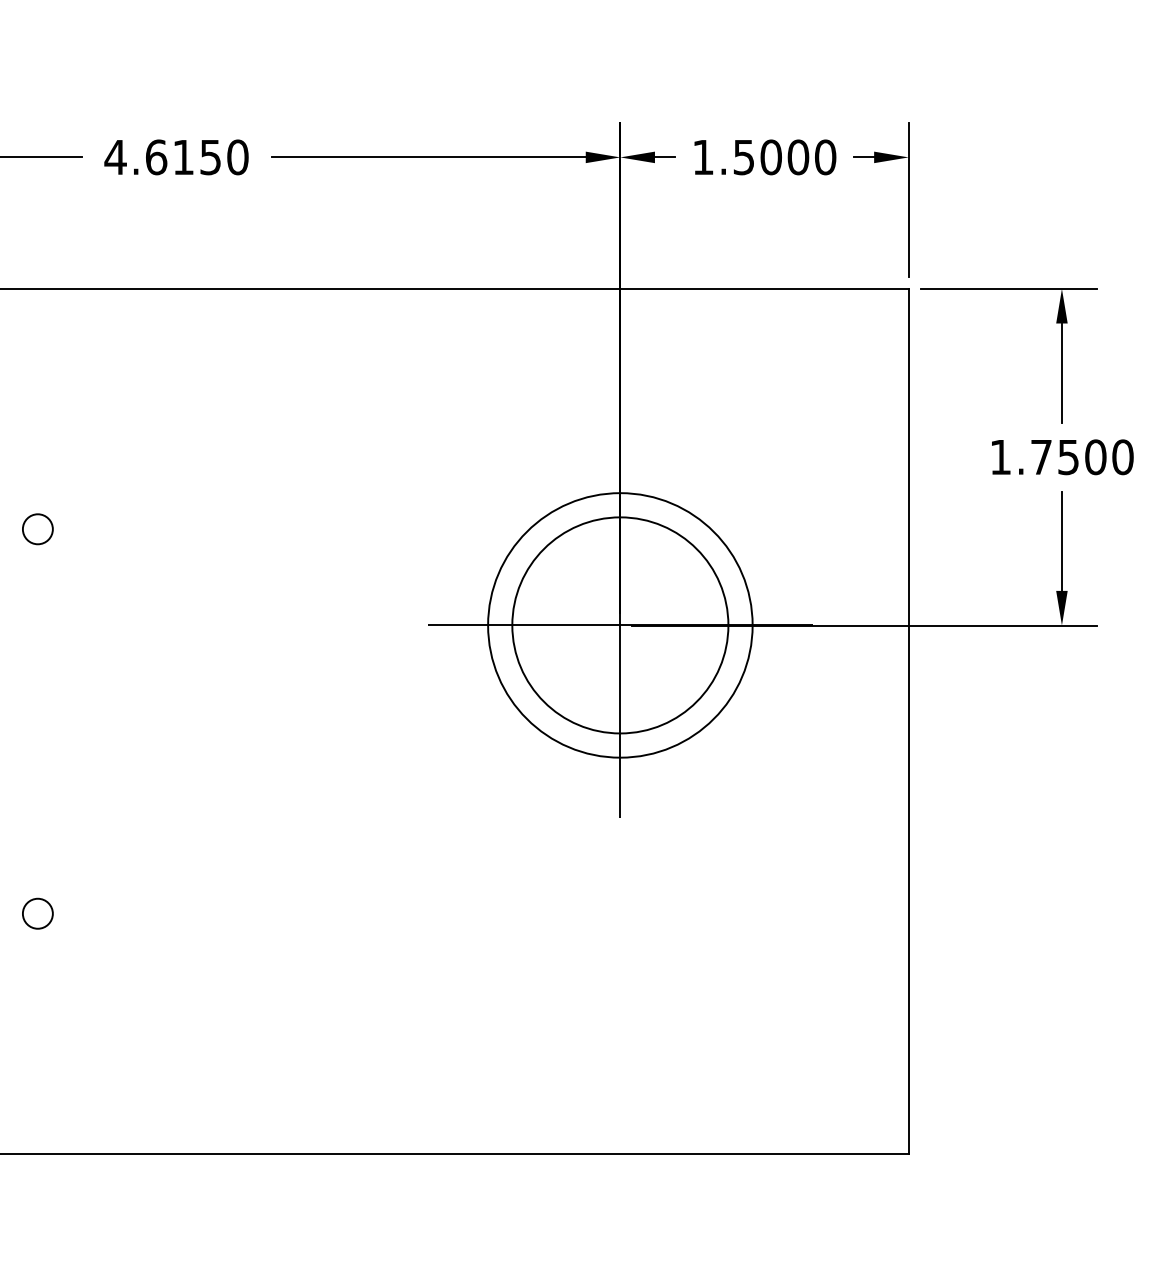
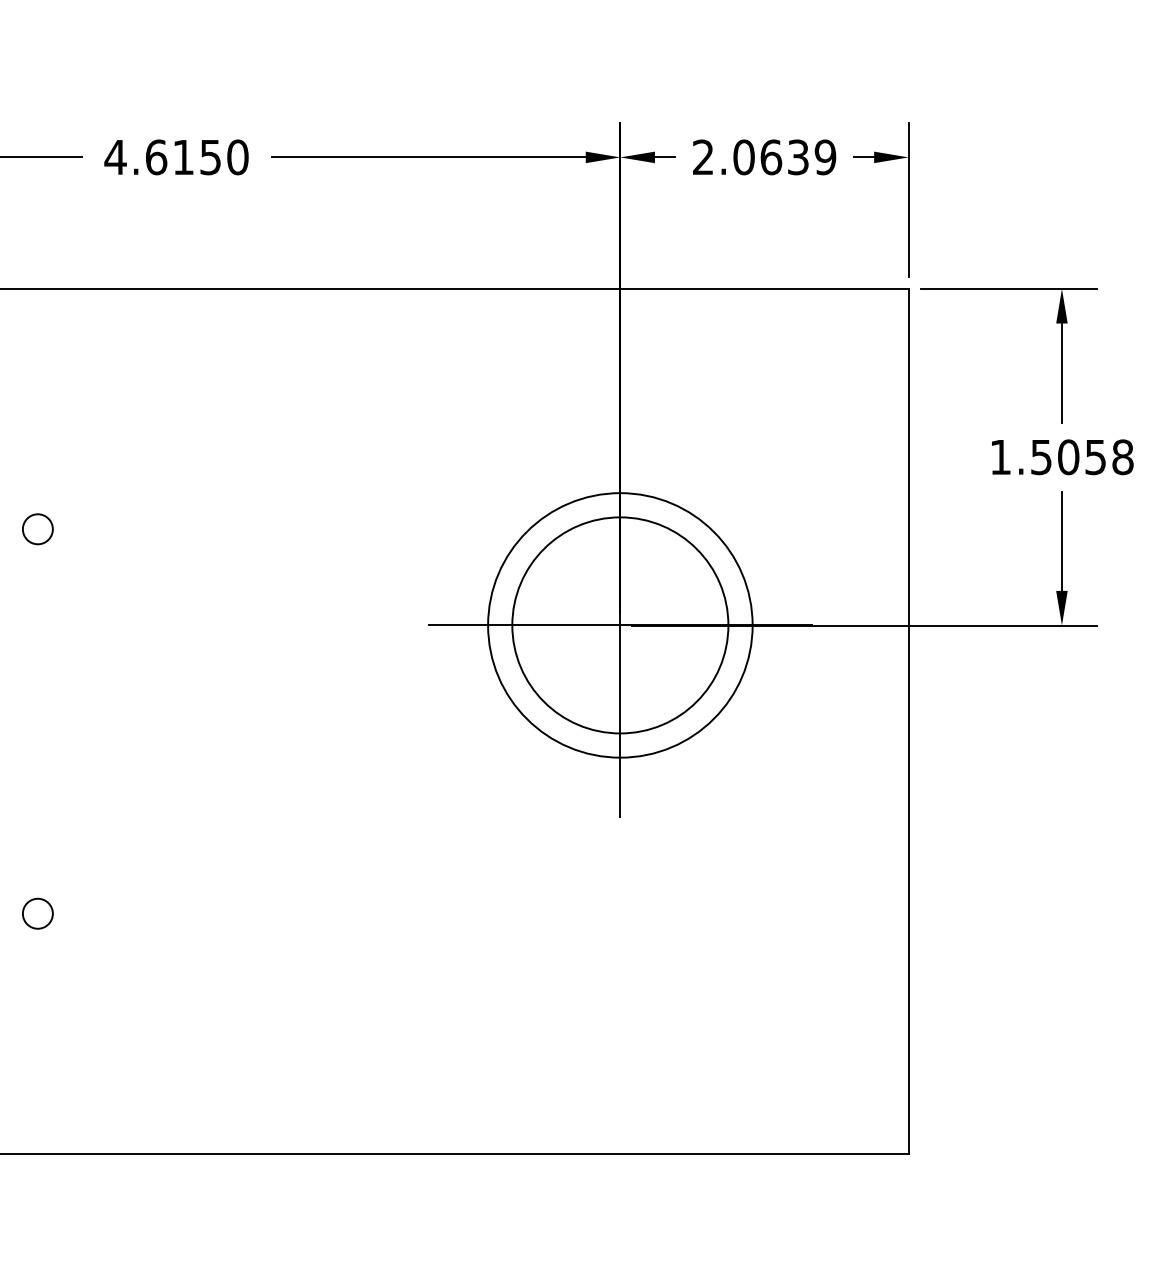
text at (764, 157): 1.5000 -> 2.0639
text at (1082, 457): 1.7500 -> 1.5058
